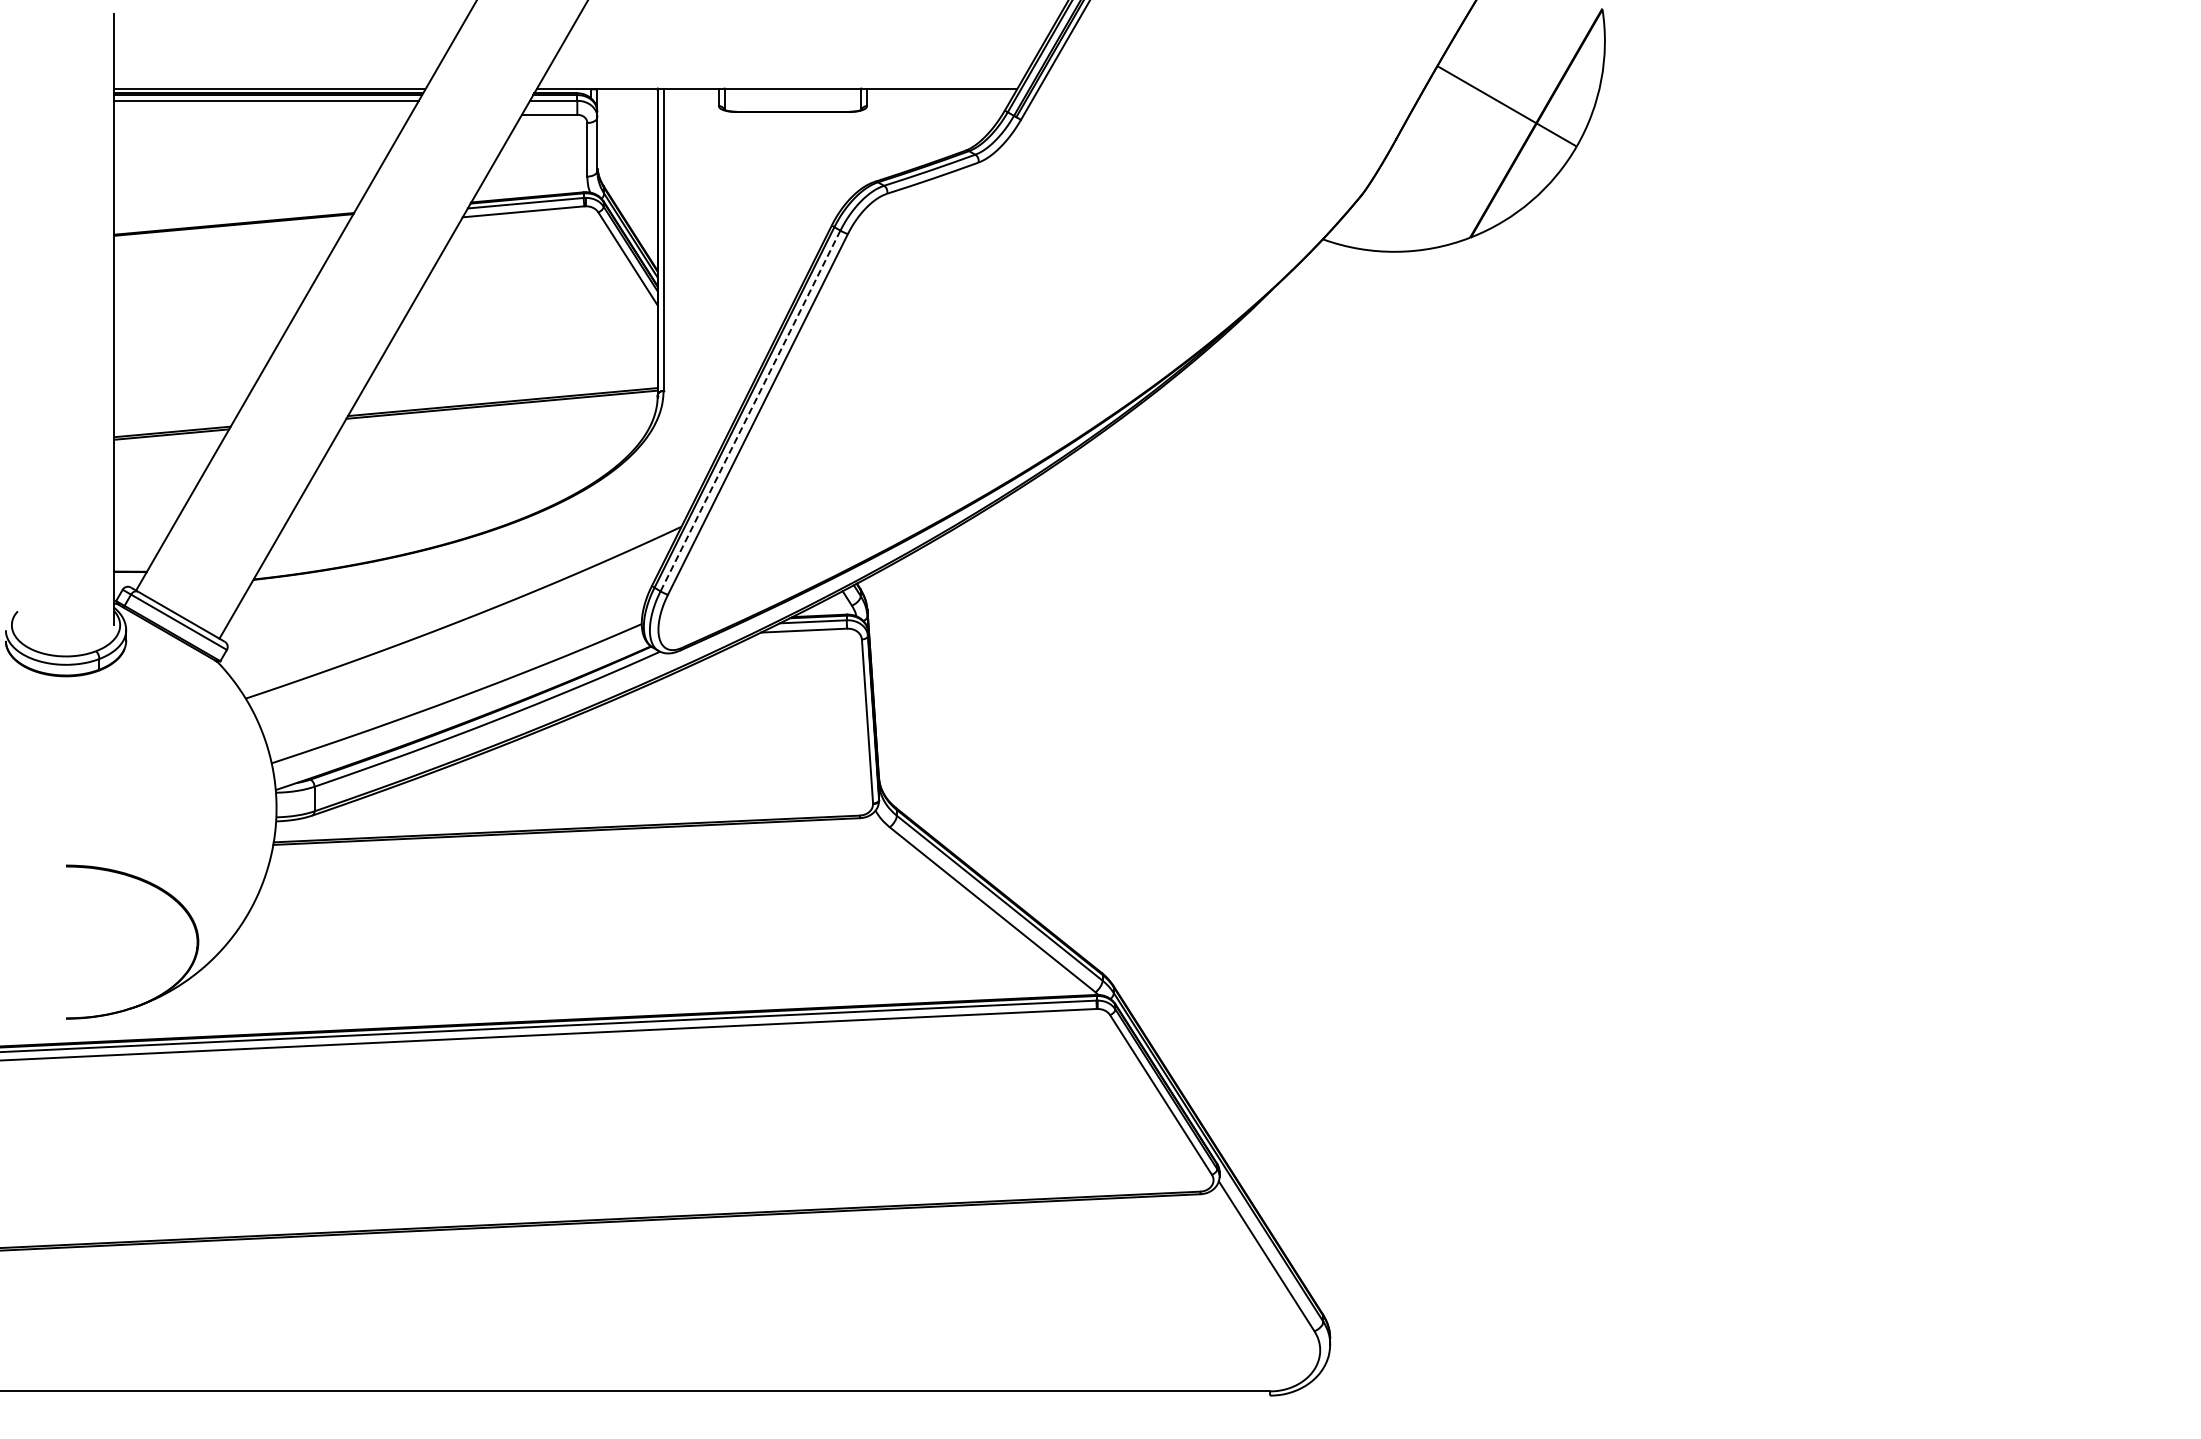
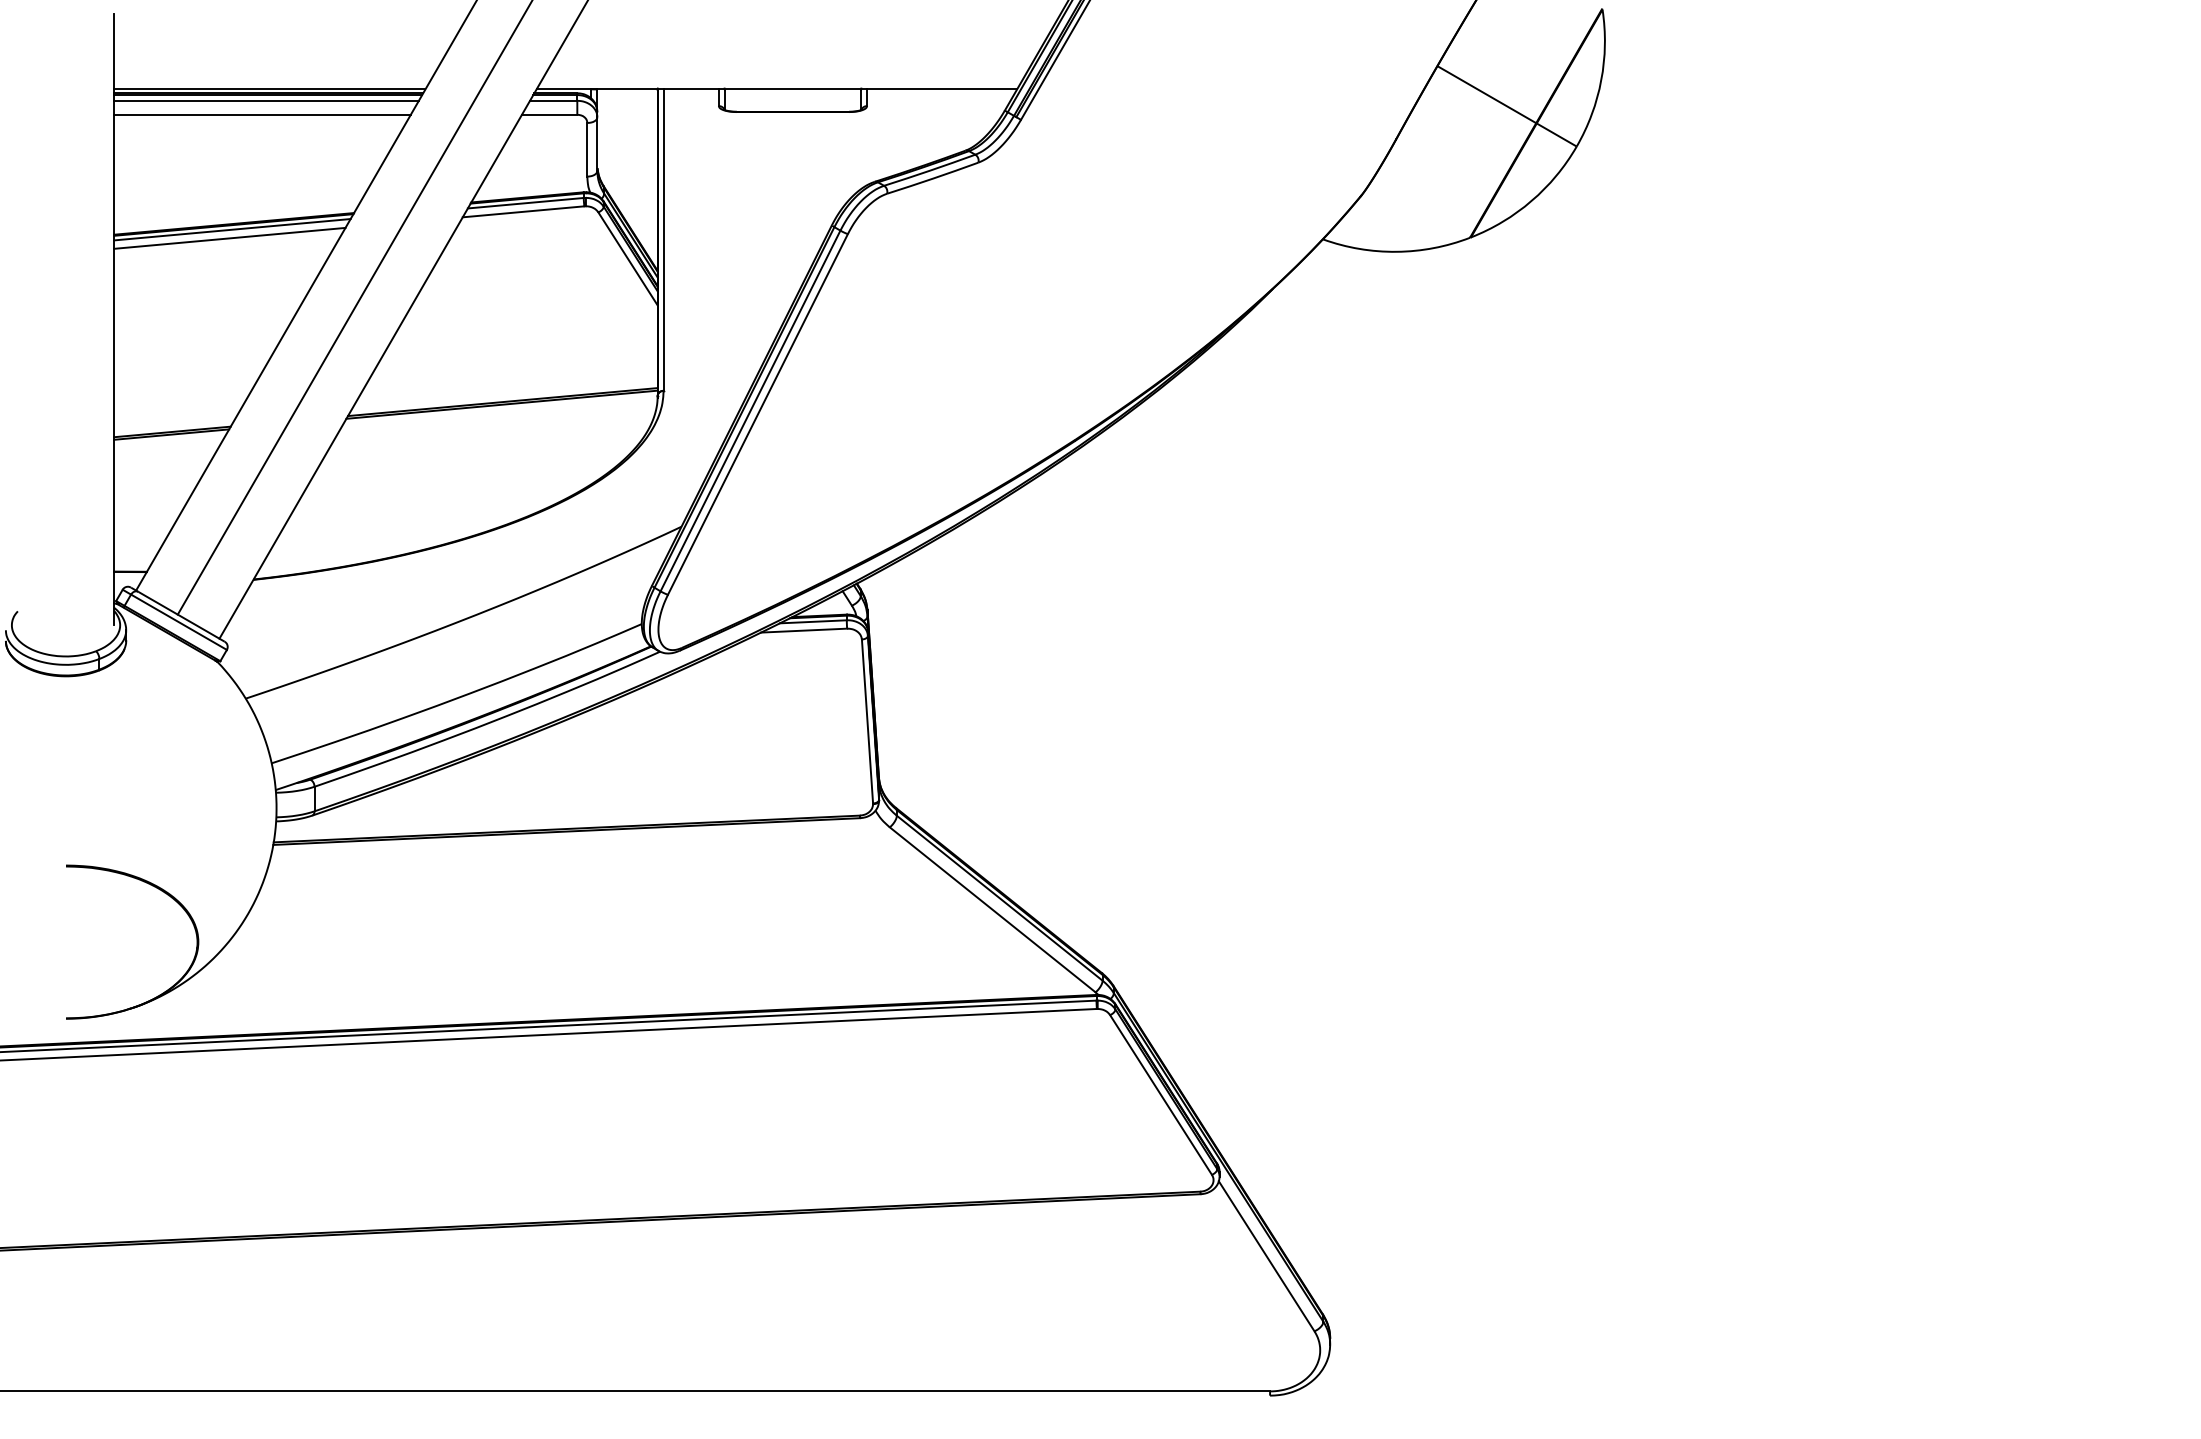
line at (262, 114): none -> present
line at (232, 229): none -> present
line at (229, 237): none -> present
line at (354, 308): none -> present
line at (750, 411): dashed -> solid
